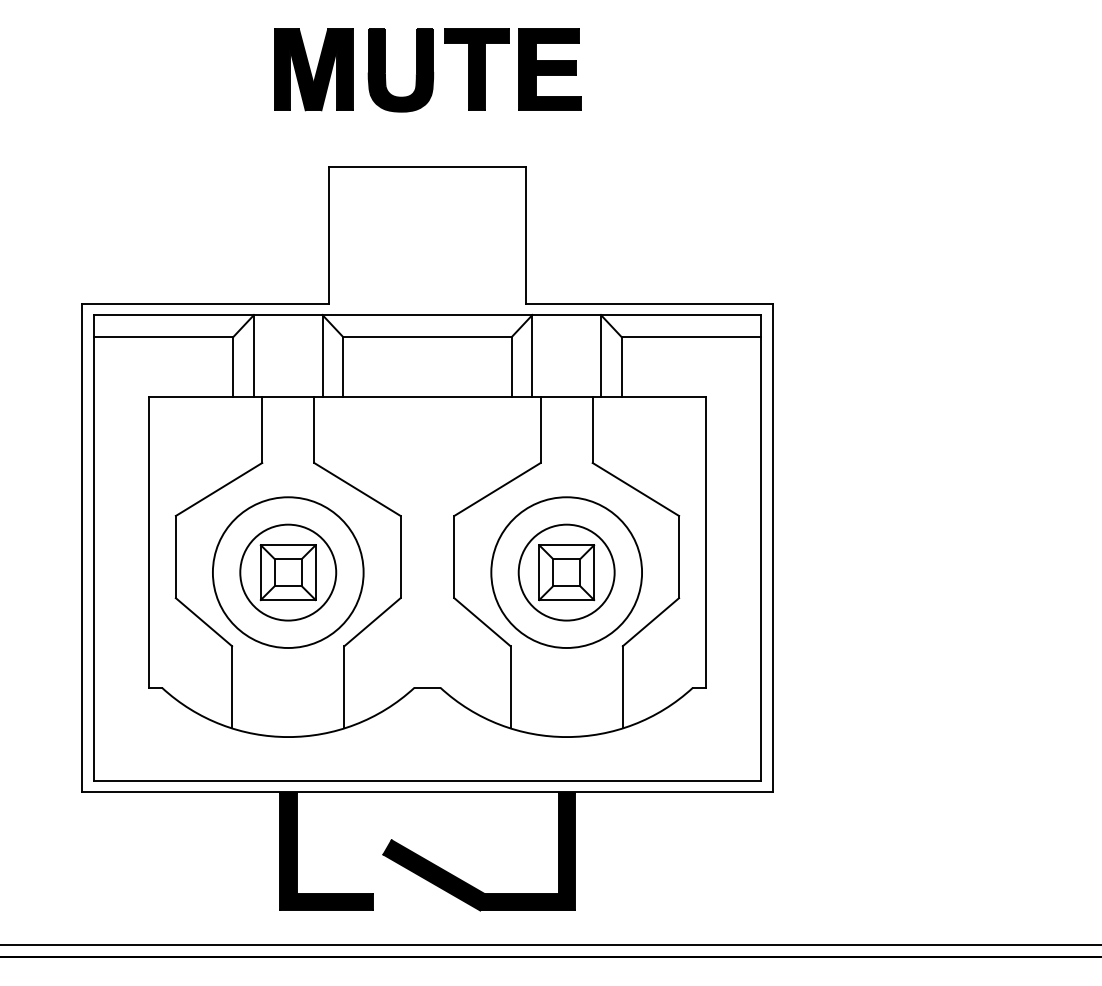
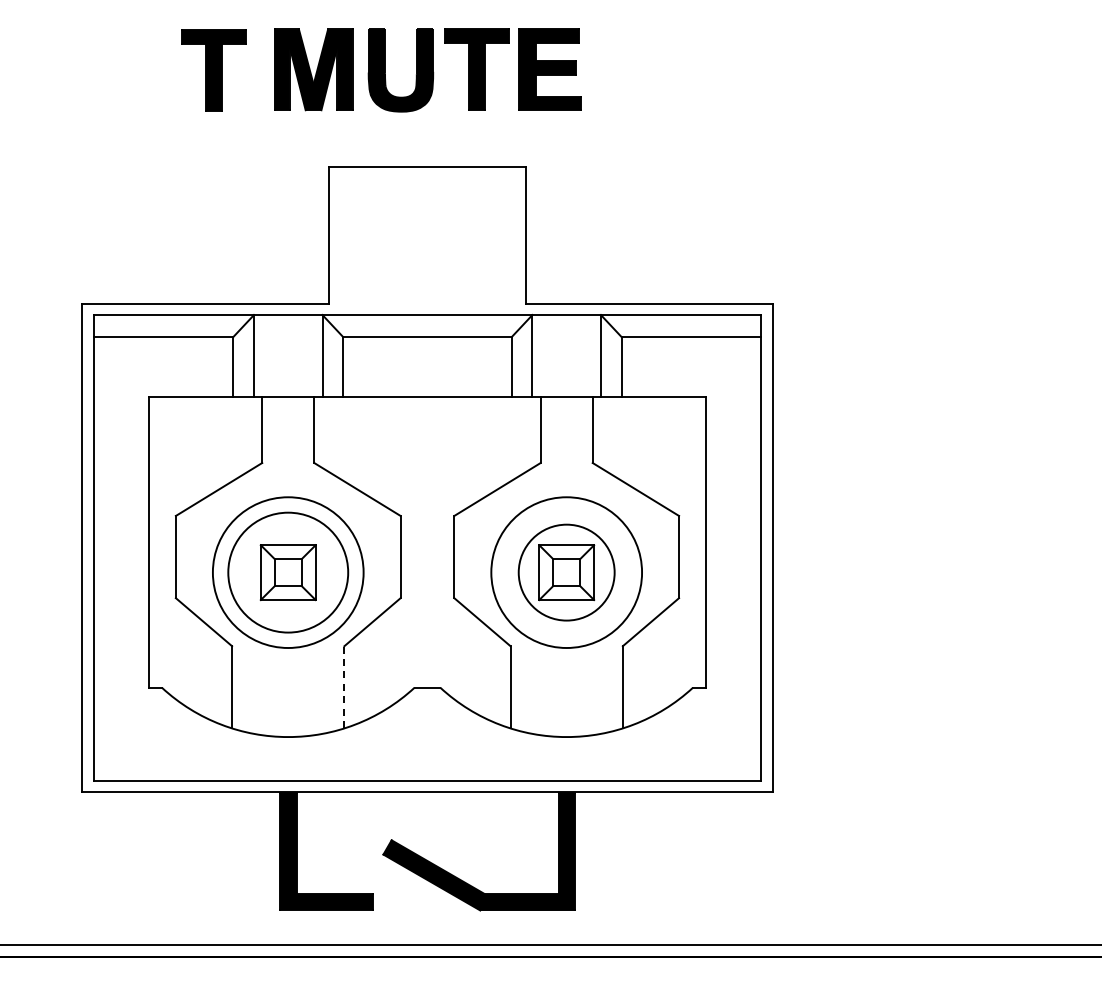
part at (213, 70): none -> present
circle at (288, 572) diameter: 96 px -> 120 px
line at (344, 686): solid -> dashed
